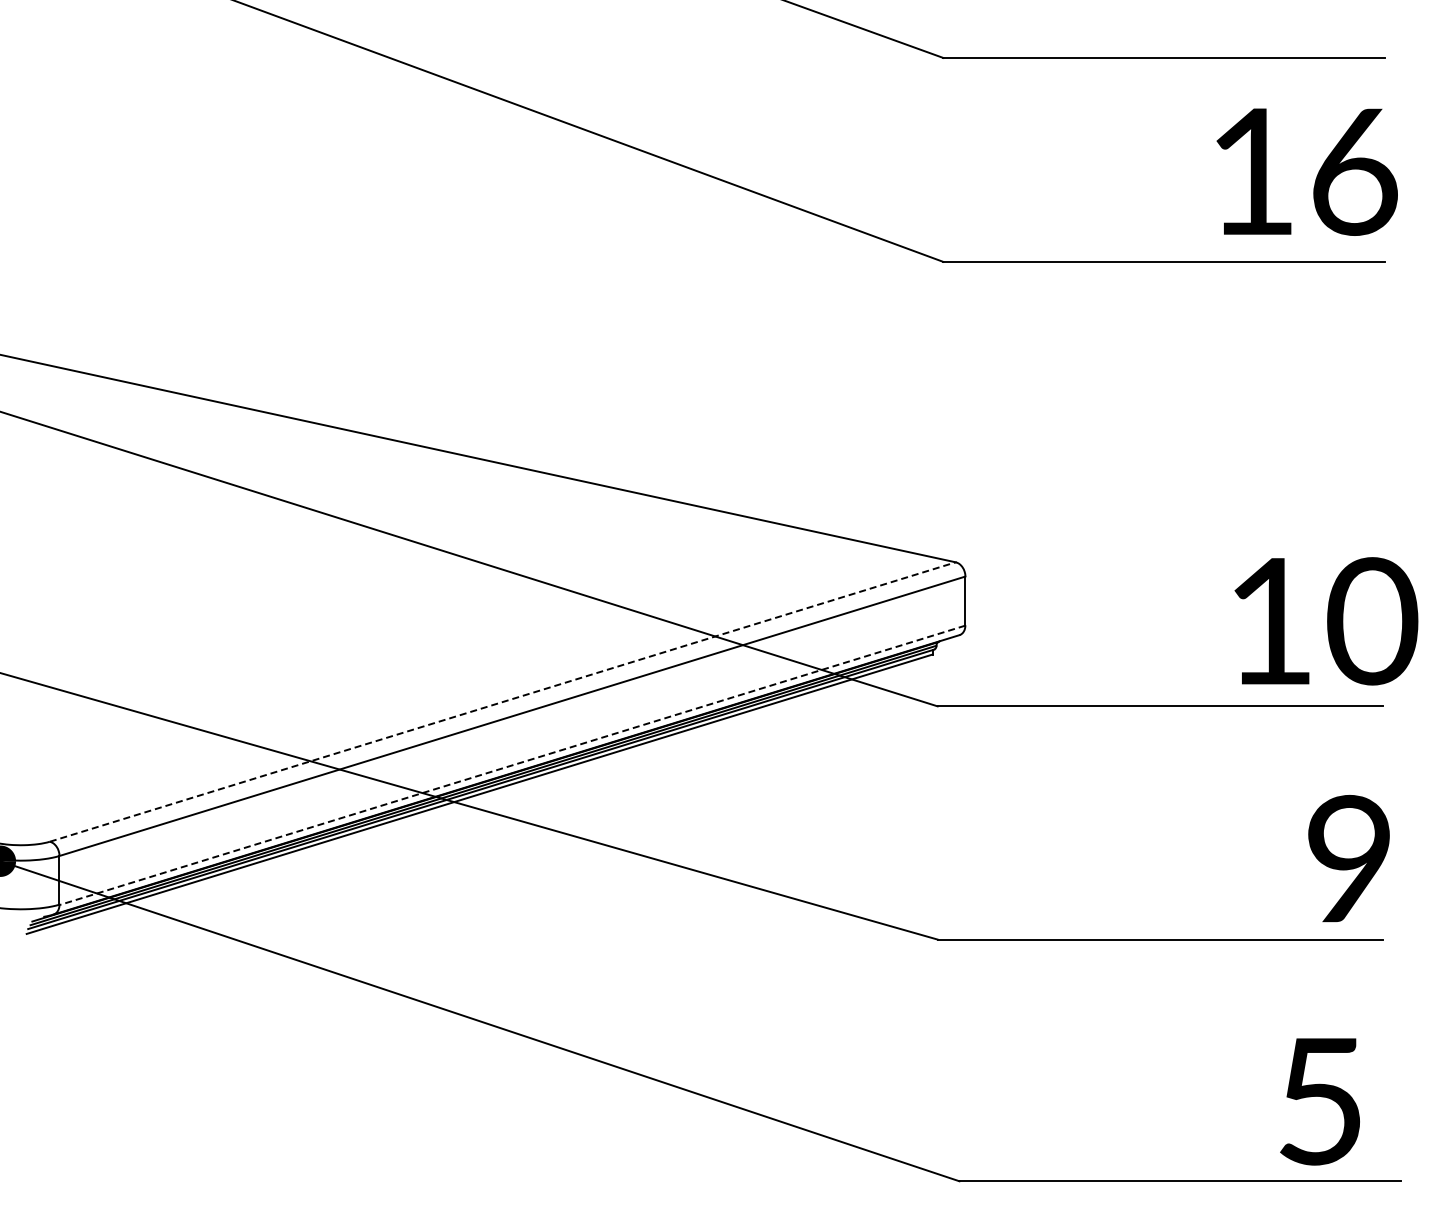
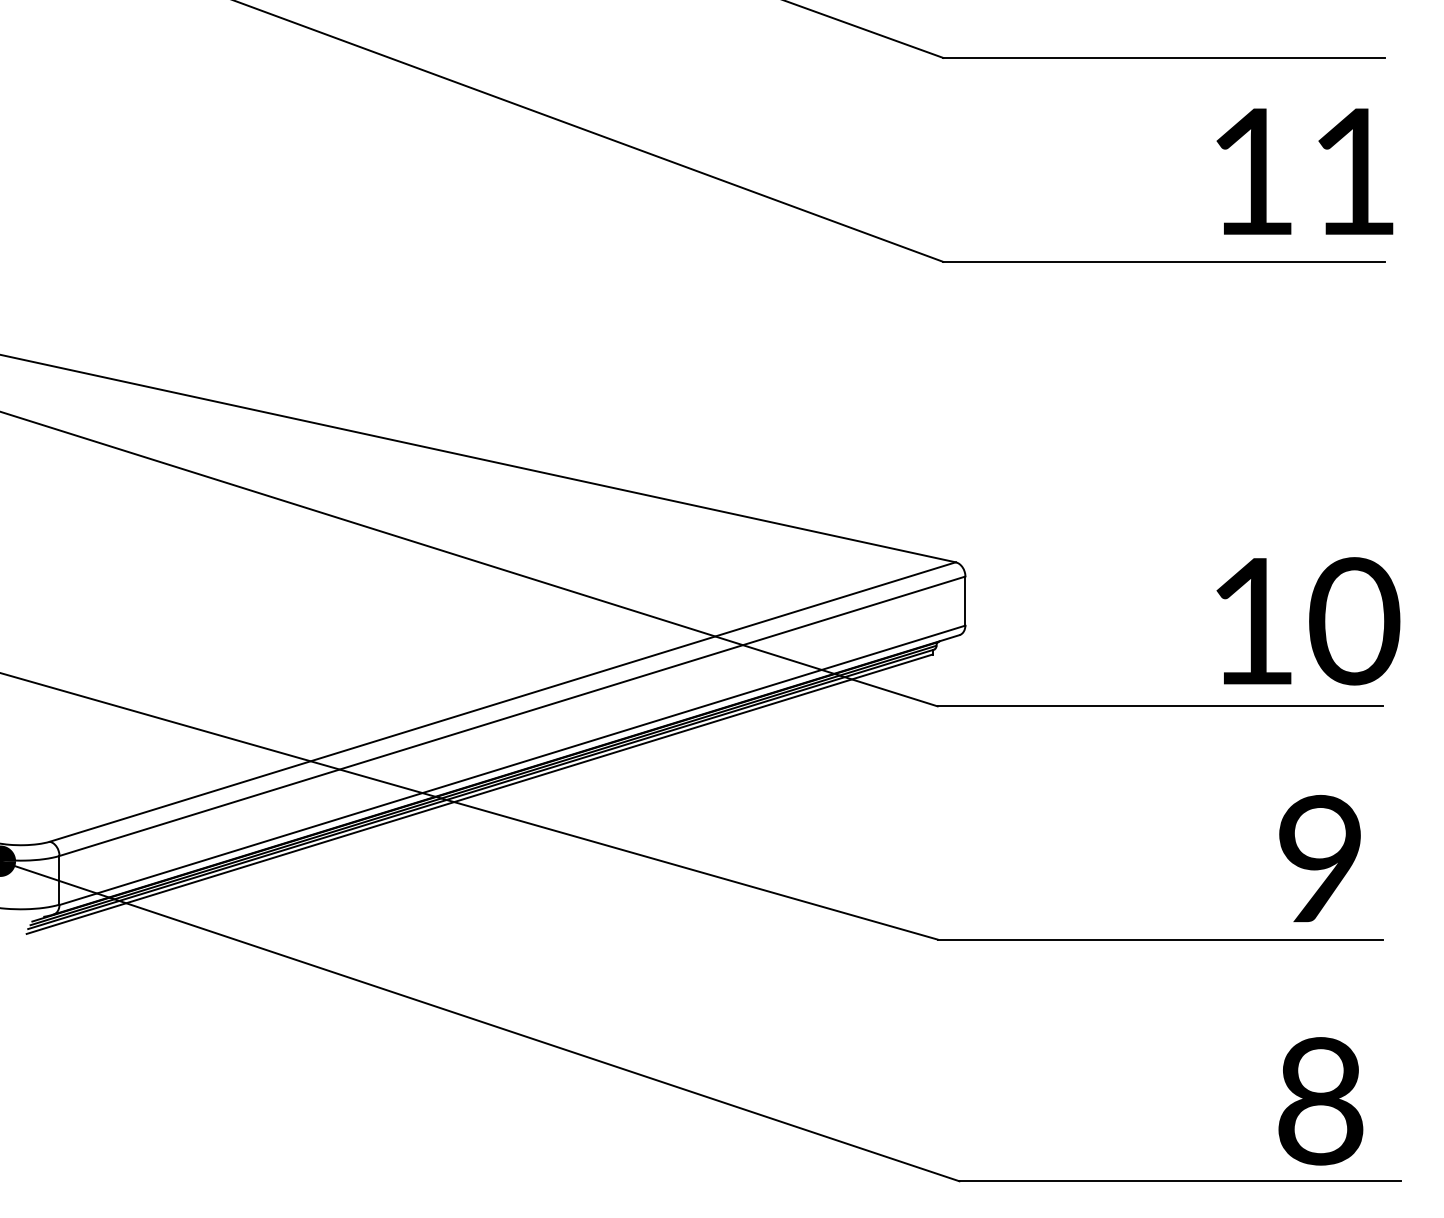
text at (1355, 171): 16 -> 11
text at (1326, 621) position: (1326, 621) -> (1308, 621)
line at (503, 701): dashed -> solid
line at (511, 765): dashed -> solid
text at (1348, 858) position: (1348, 858) -> (1319, 858)
text at (1320, 1101): 5 -> 8
